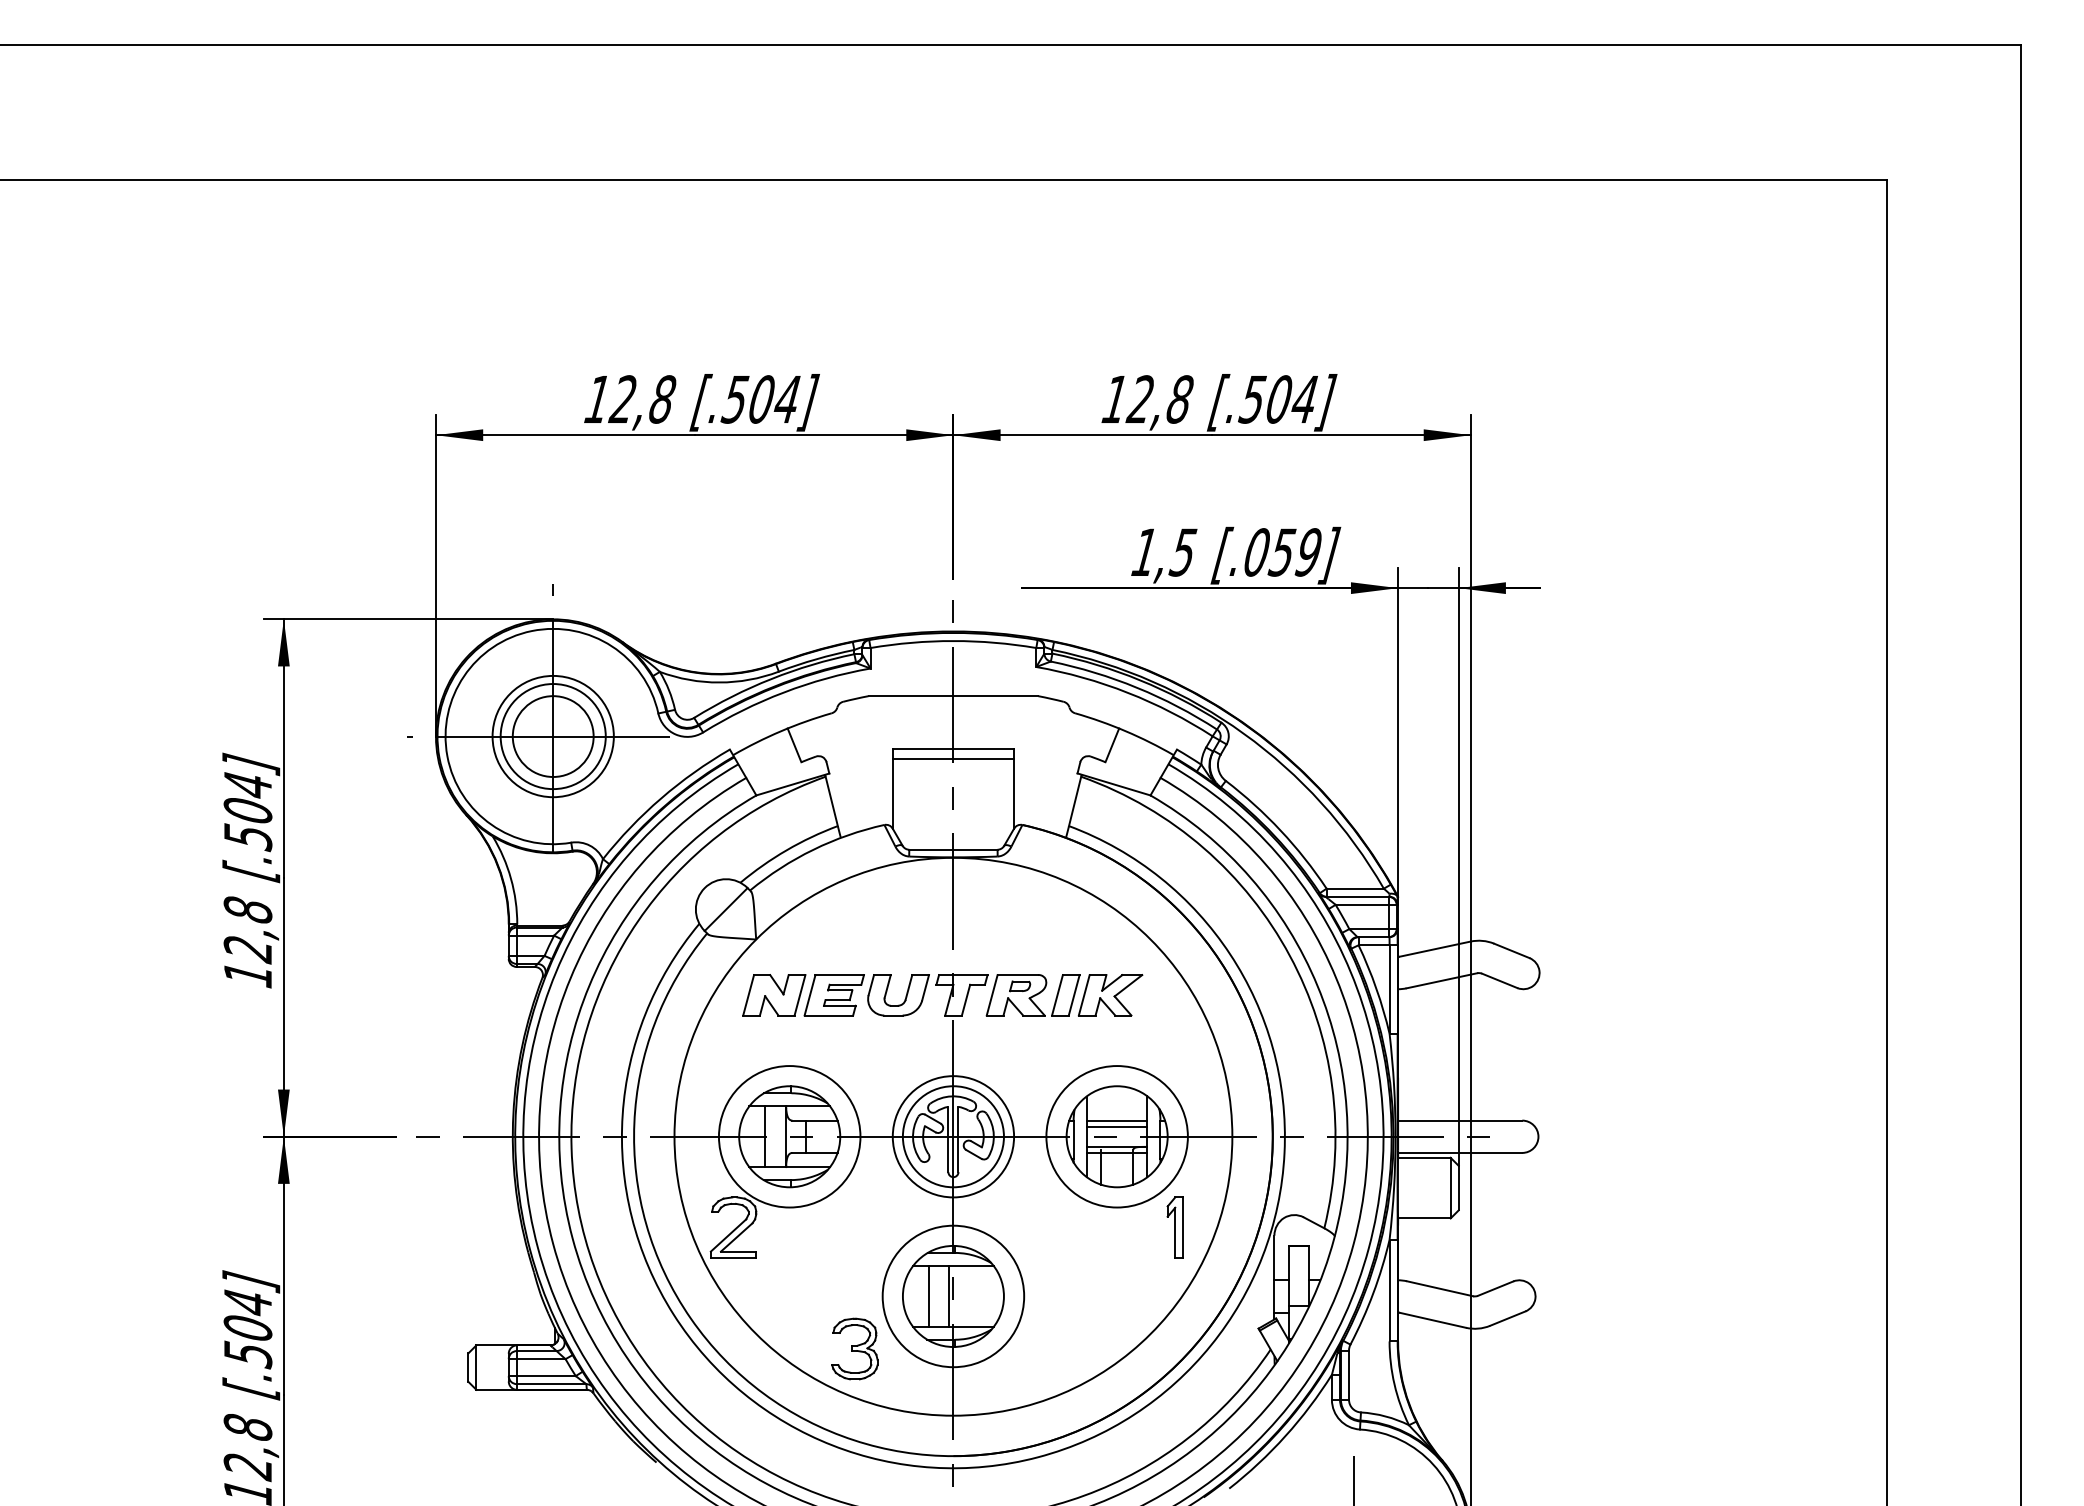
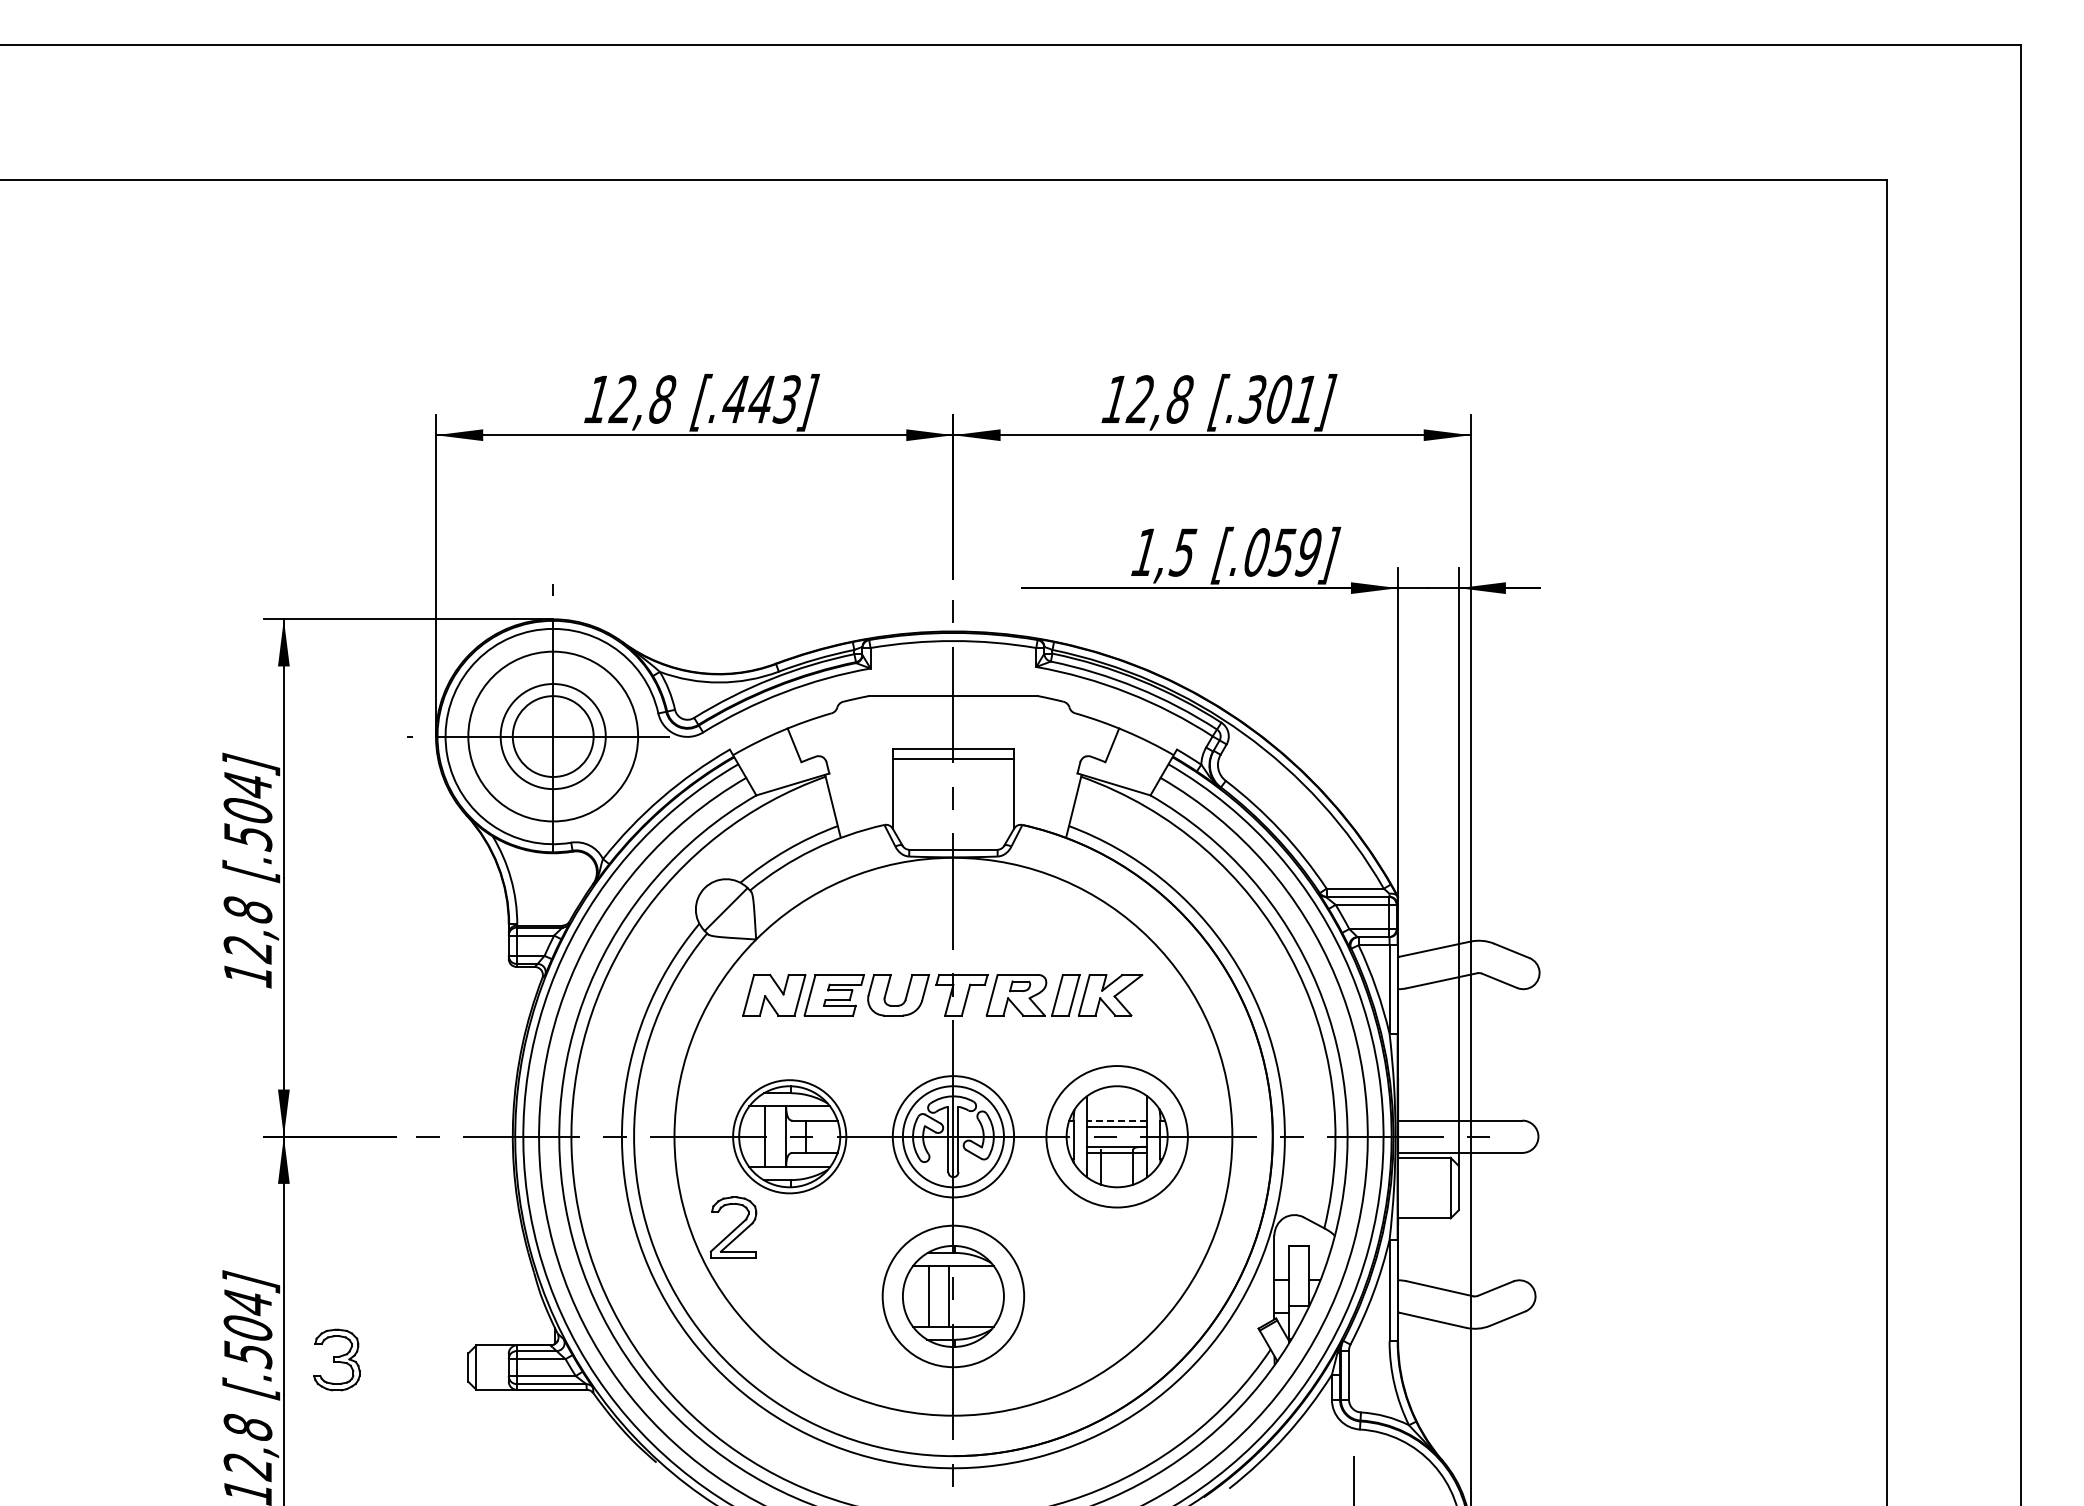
text at (760, 399): [.504] -> [.443]
text at (1277, 399): [.504] -> [.301]
circle at (552, 736) diameter: 121 px -> 170 px
line at (1116, 1120): solid -> dashed
circle at (789, 1136) diameter: 141 px -> 113 px
part at (1174, 1227): present -> none
part at (854, 1348) position: (854, 1348) -> (336, 1359)
